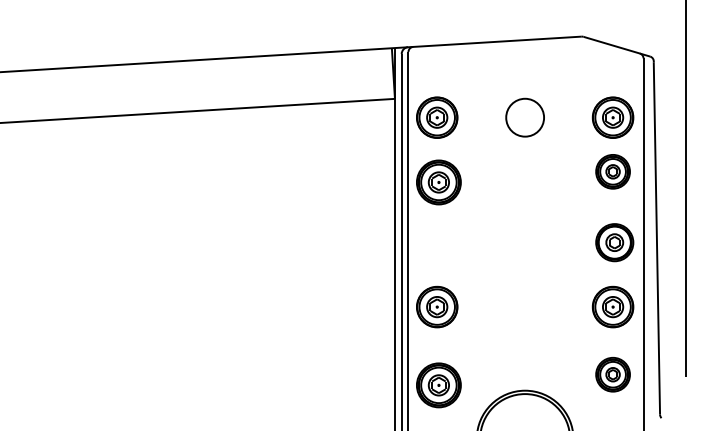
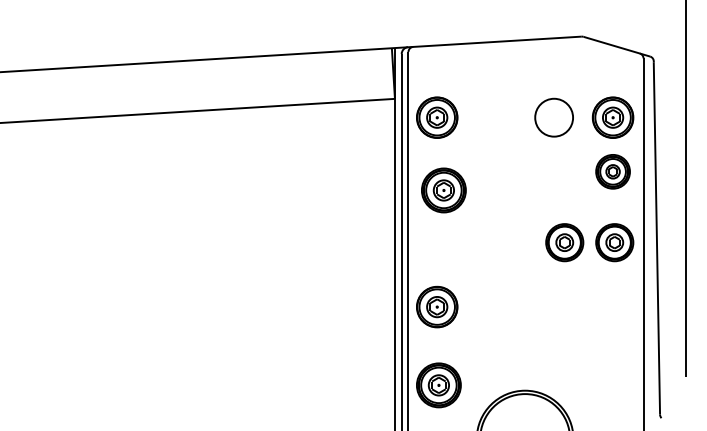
part at (524, 117) position: (524, 117) -> (553, 117)
part at (438, 182) position: (438, 182) -> (443, 190)
part at (564, 242): none -> present
part at (612, 306): present -> none
part at (612, 374): present -> none
